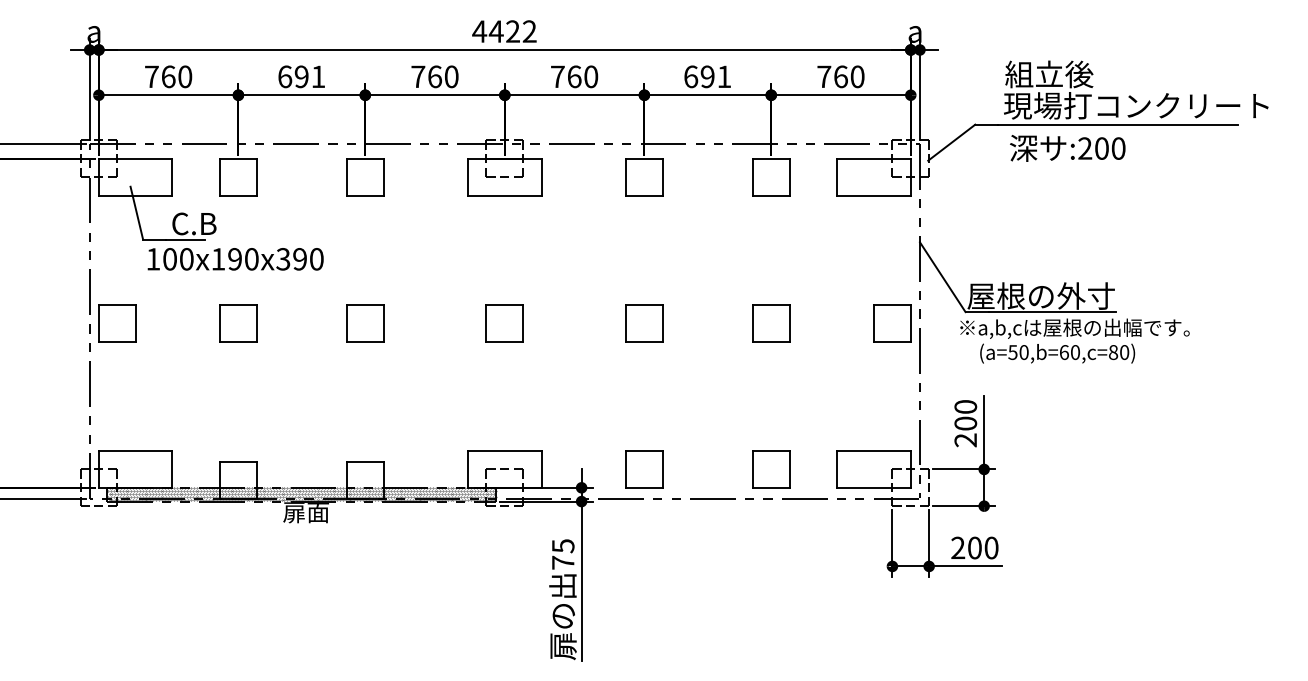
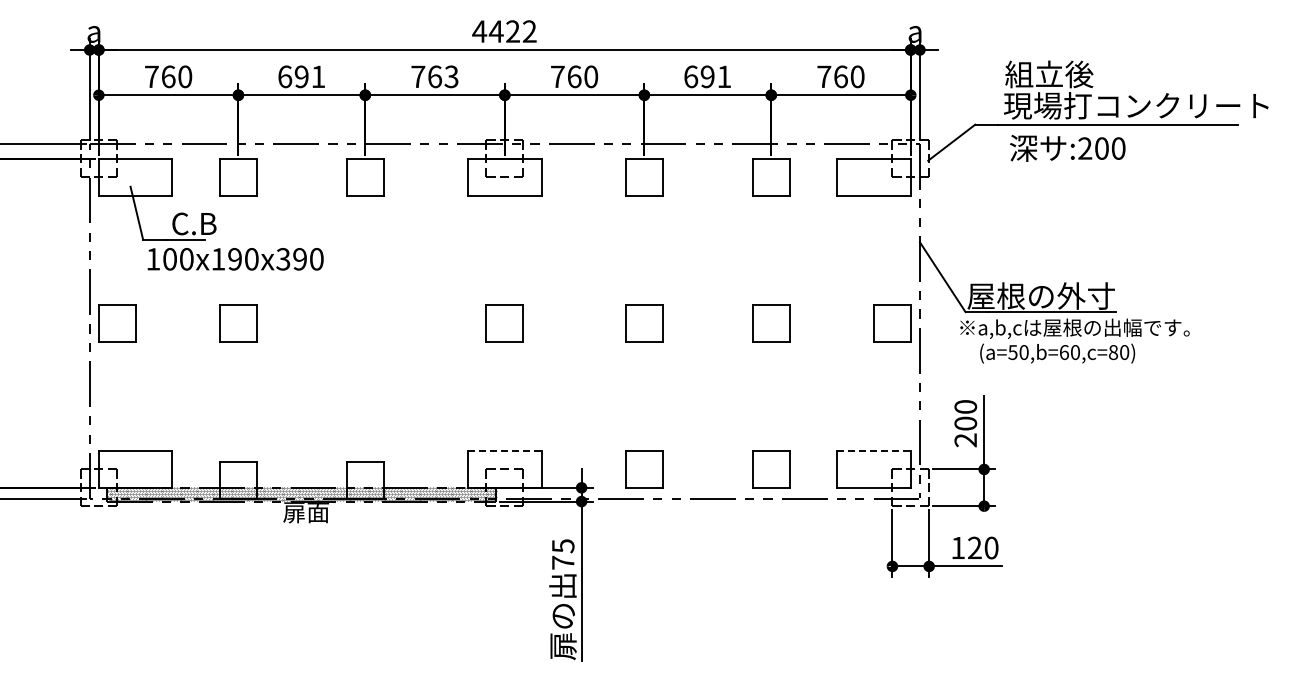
text at (451, 76): 760 -> 763
part at (365, 323): present -> none
line at (504, 451): solid -> dashed
line at (874, 451): solid -> dashed
text at (966, 547): 200 -> 120
